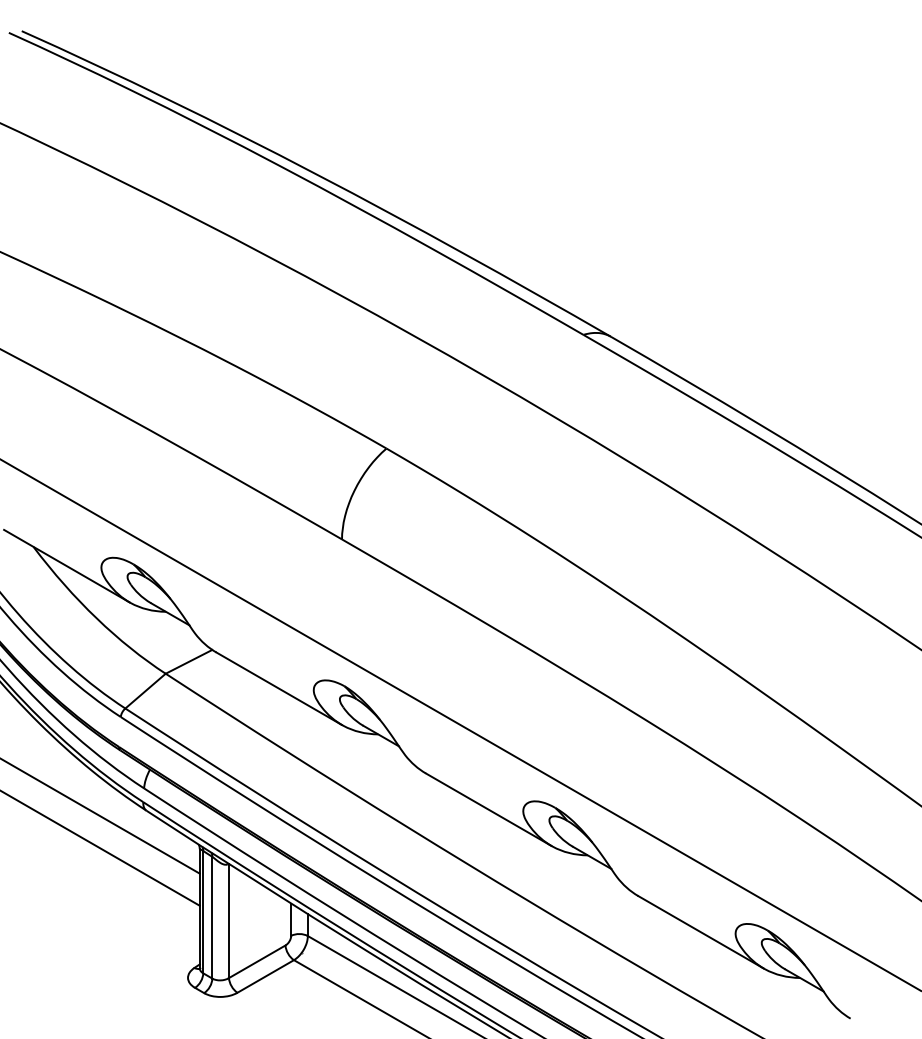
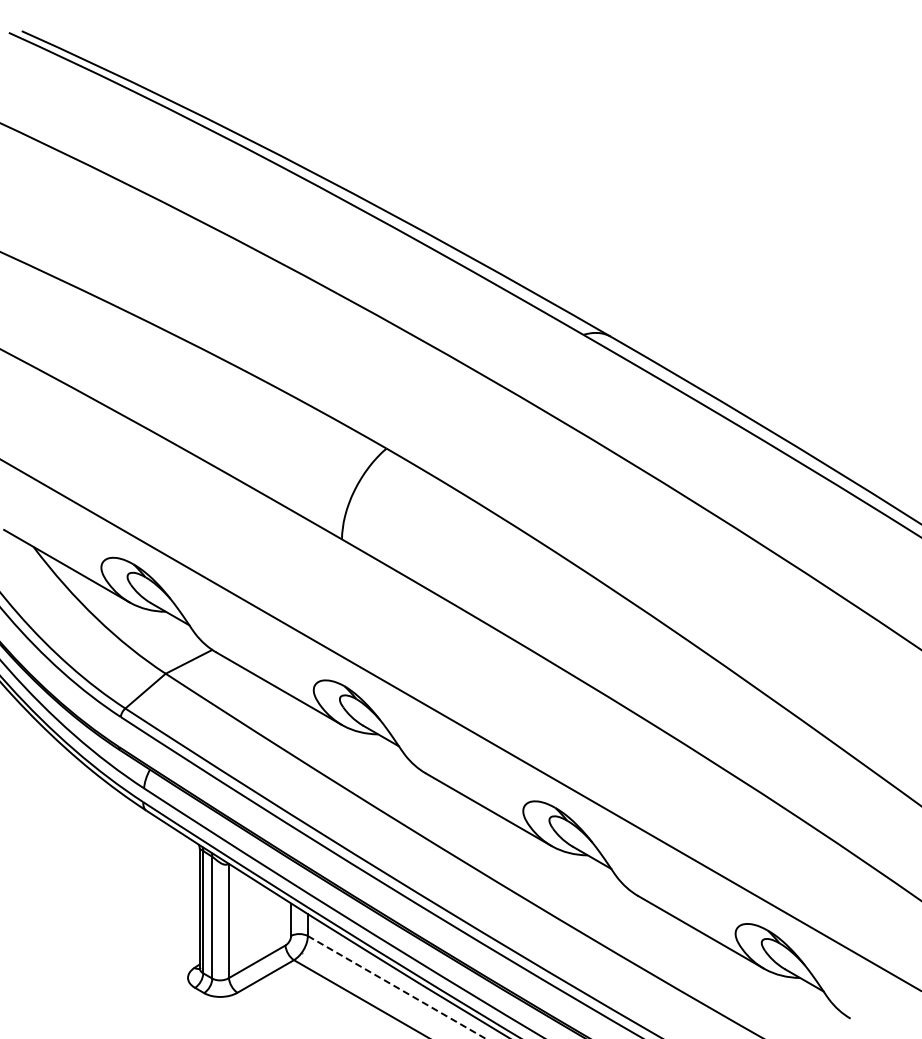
line at (100, 816): present -> none
line at (100, 848): present -> none
line at (397, 987): solid -> dashed
